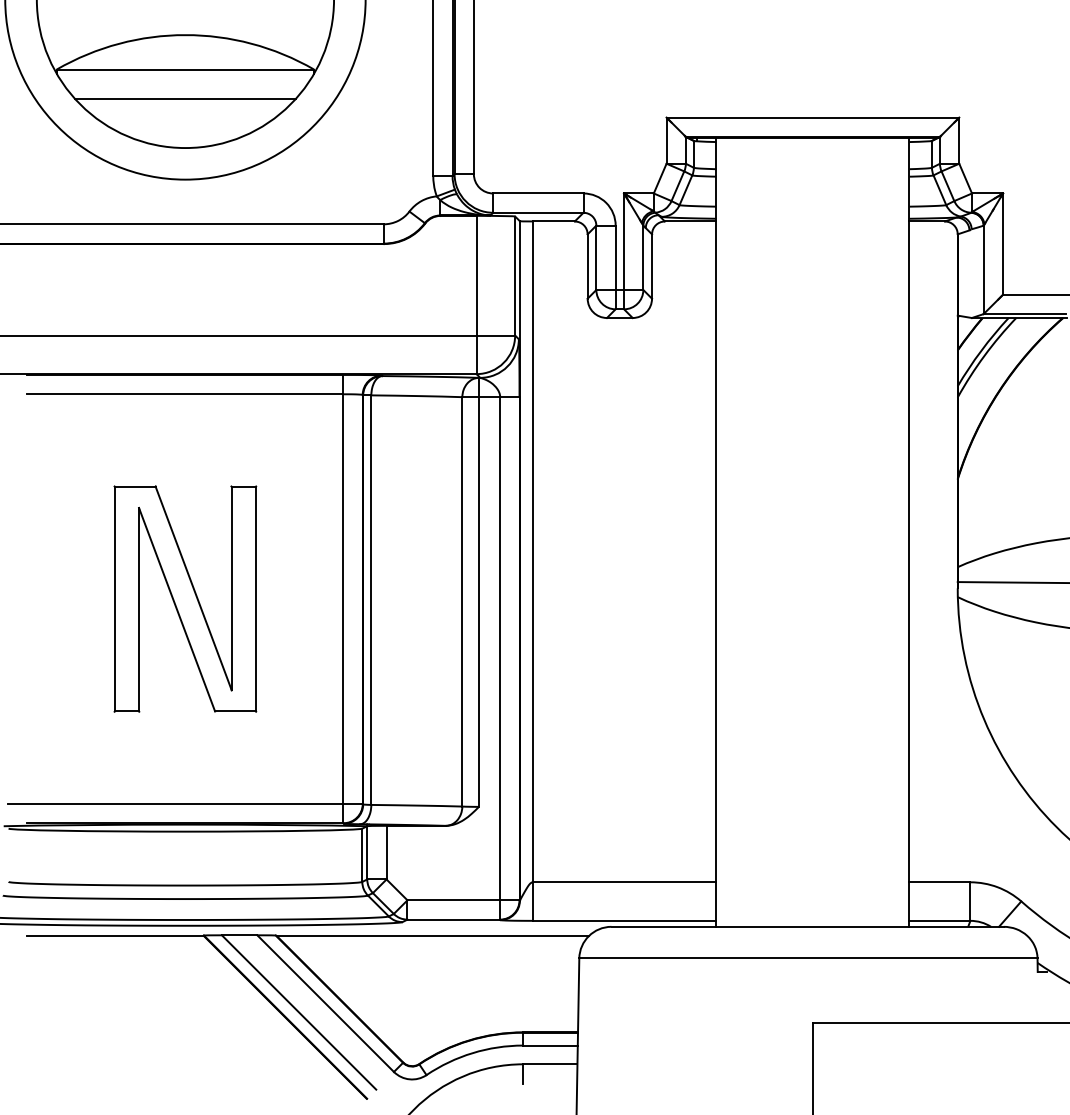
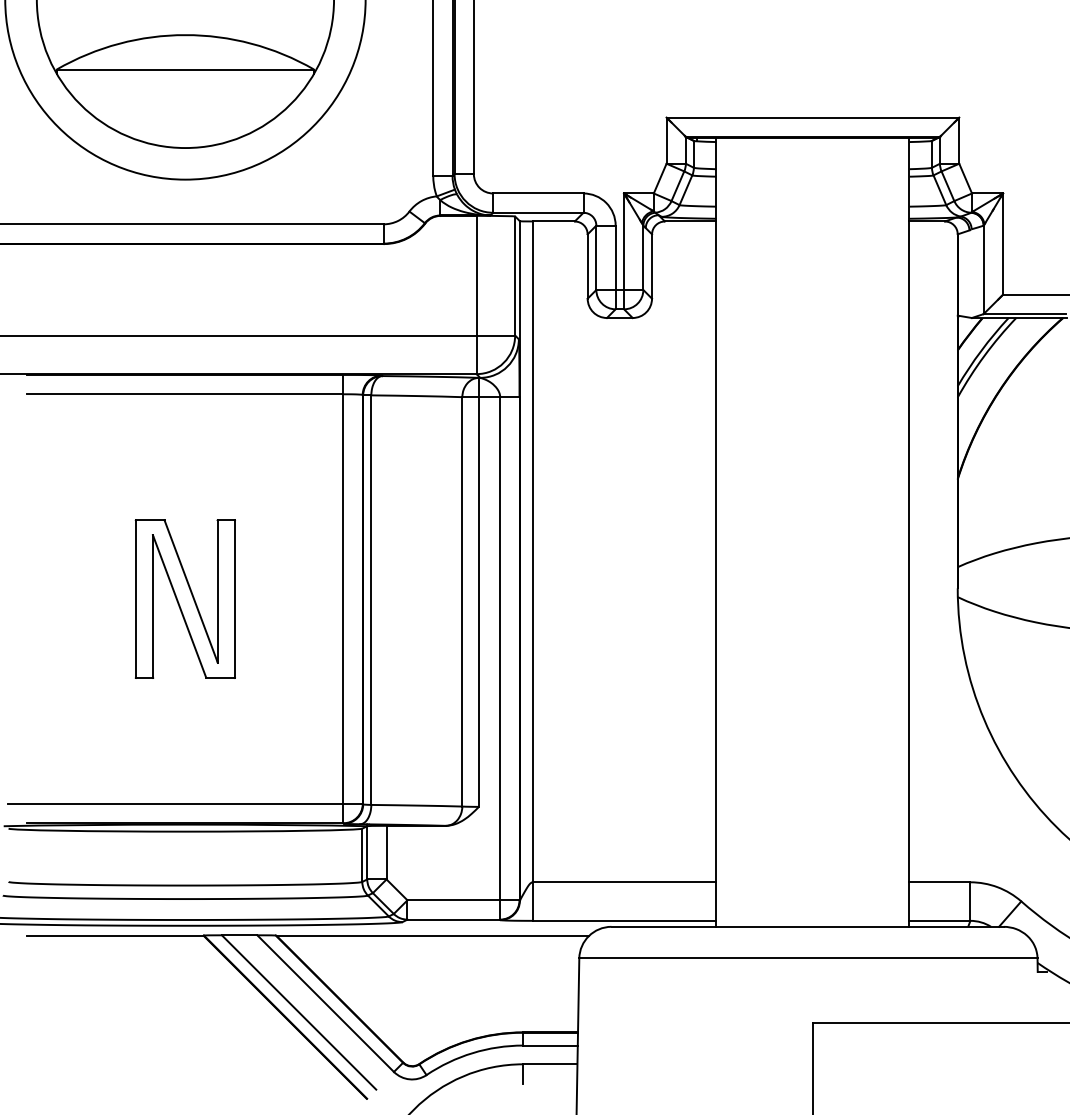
line at (185, 99): present -> none
line at (1011, 582): present -> none
part at (185, 598) size: 145x228 px -> 102x160 px
